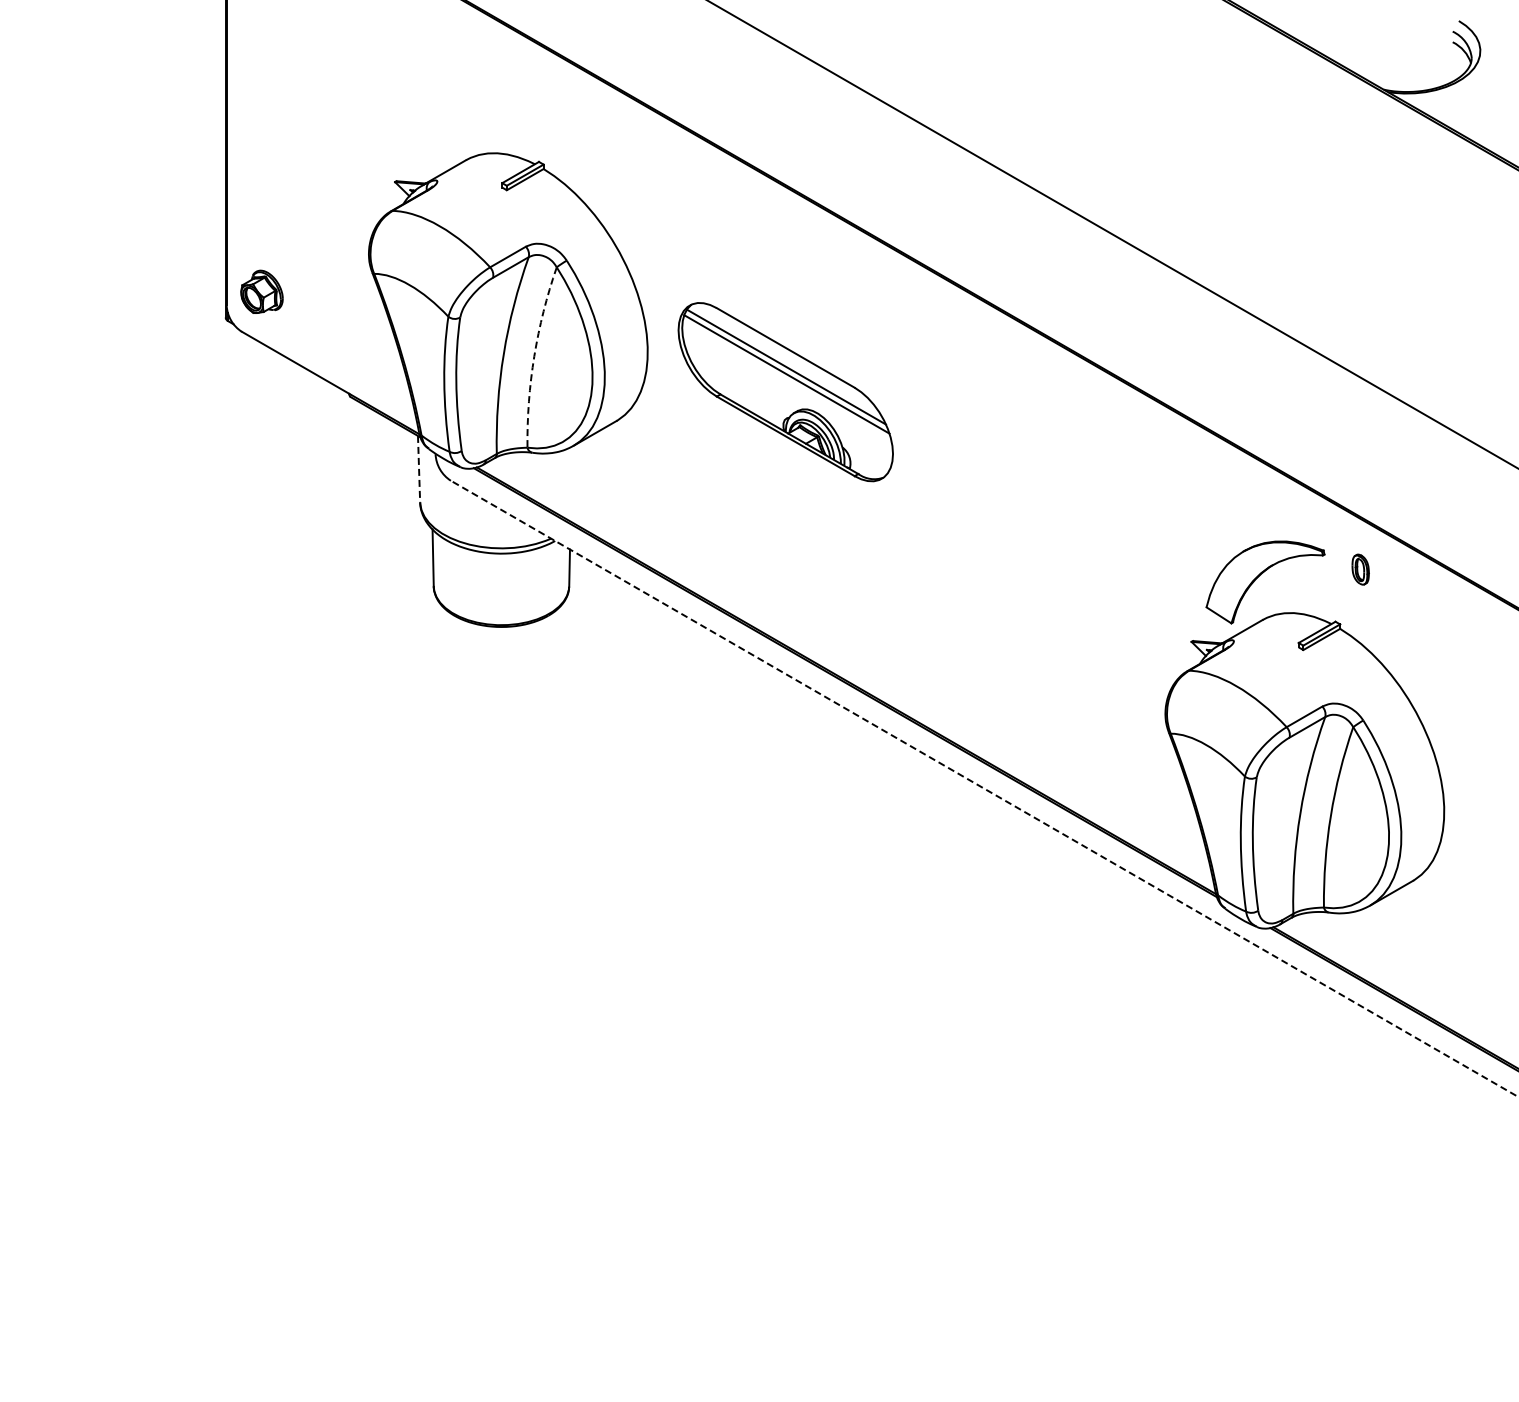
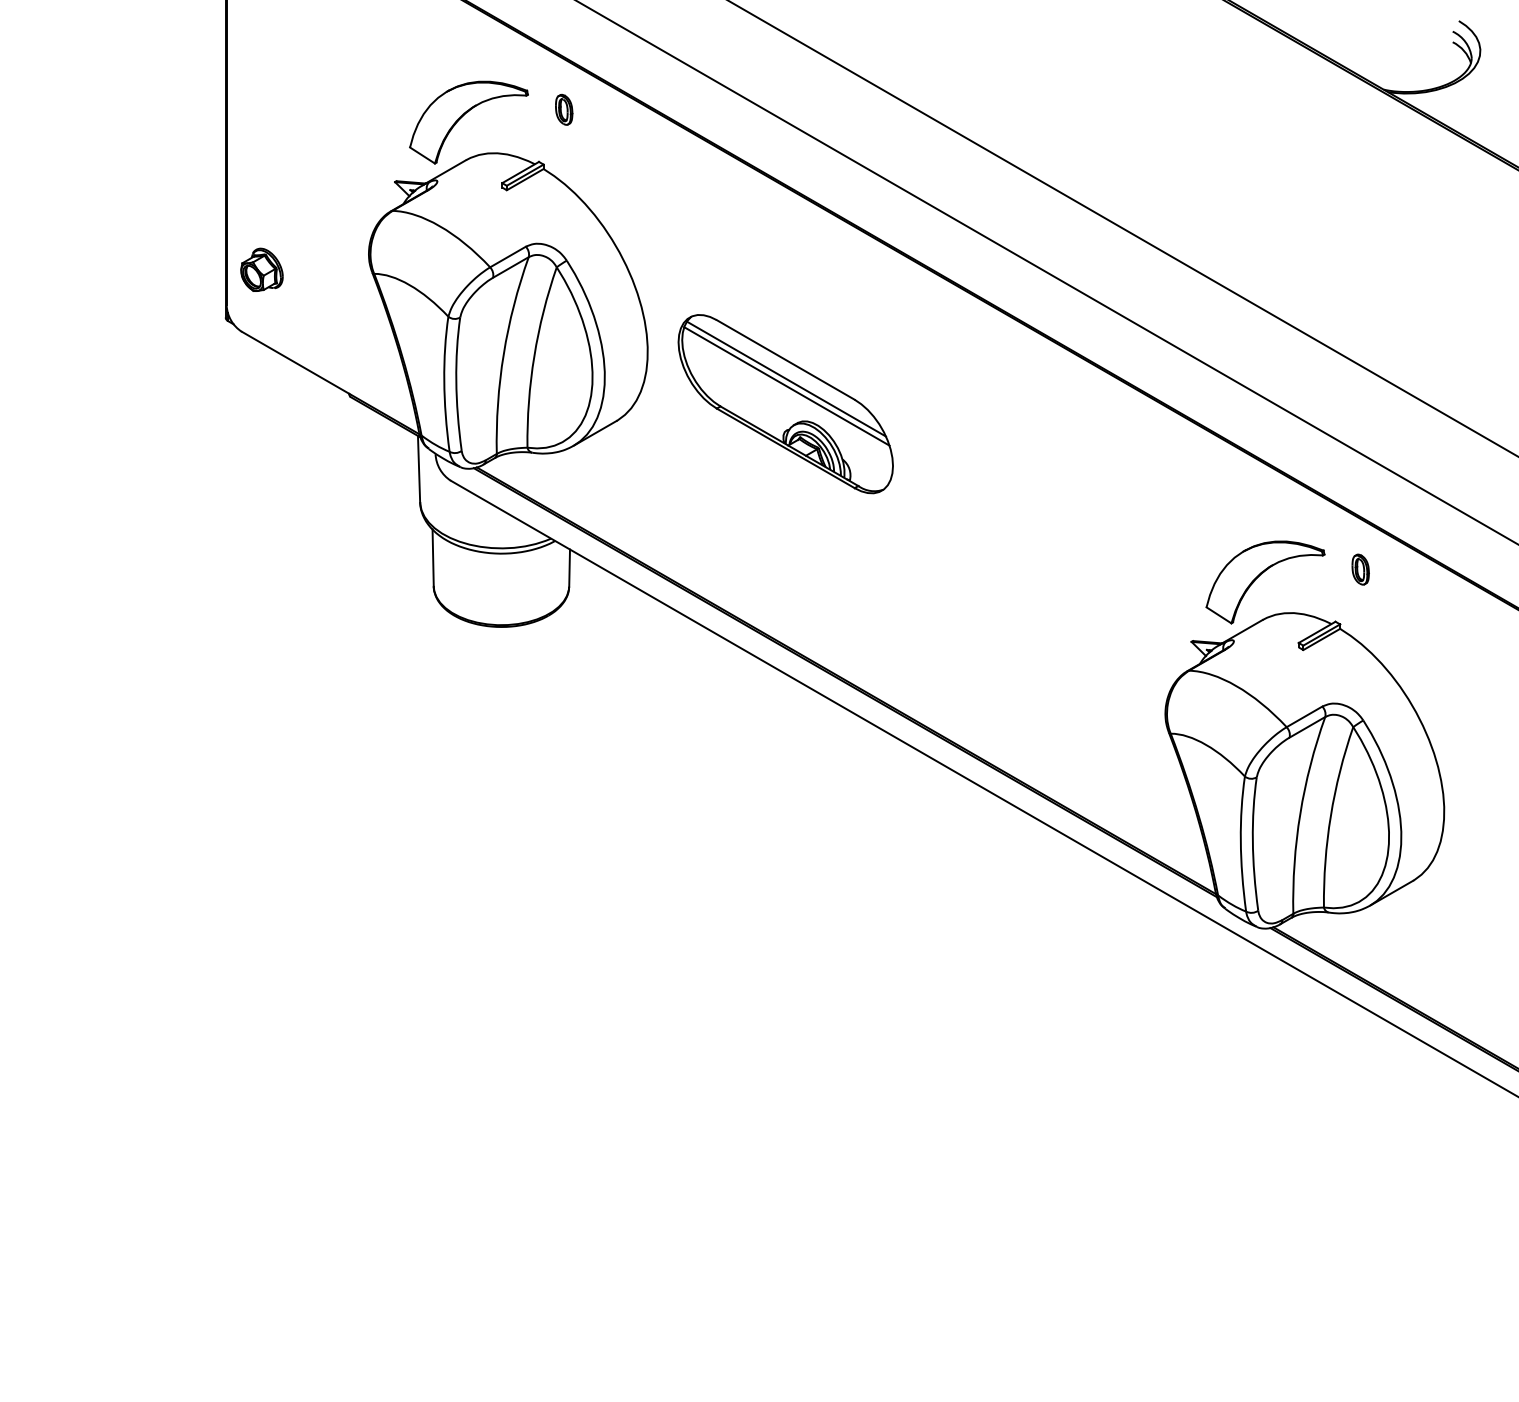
part at (564, 109): none -> present
part at (463, 116): none -> present
line at (1112, 234) position: (1112, 234) -> (1122, 228)
line at (1047, 272): none -> present
part at (261, 291) position: (261, 291) -> (261, 269)
arc at (534, 356): dashed -> solid
part at (785, 392) position: (785, 392) -> (785, 404)
line at (419, 469): dashed -> solid
line at (984, 788): dashed -> solid
